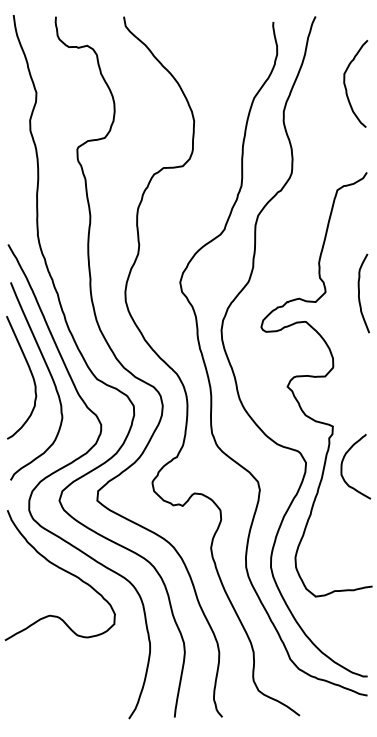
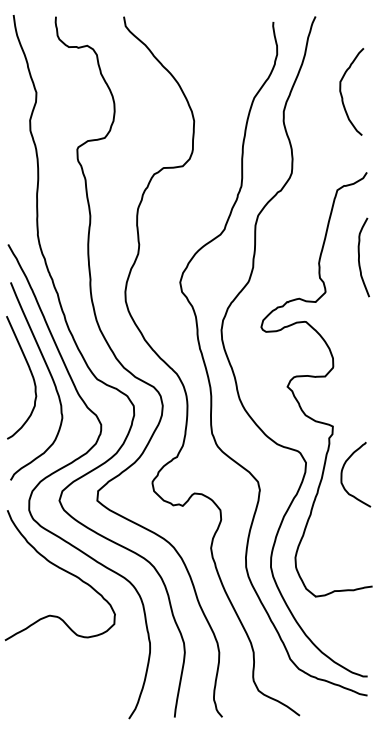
curve at (346, 86) position: (346, 86) -> (342, 94)
curve at (359, 293) position: (359, 293) -> (359, 257)
curve at (343, 461) position: (343, 461) -> (343, 469)
